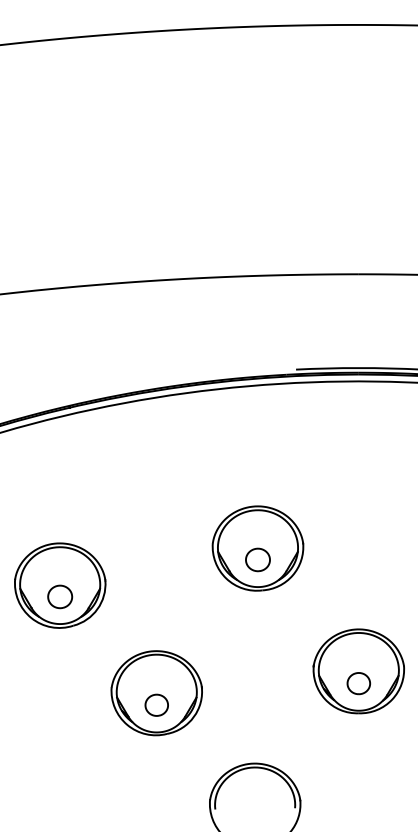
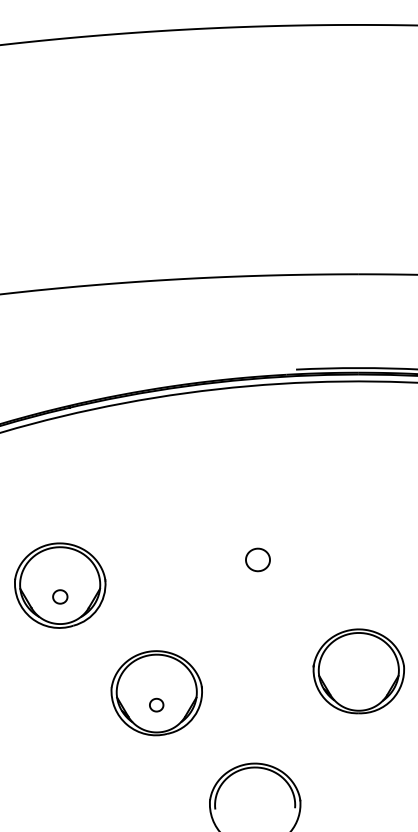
part at (257, 548): present -> none
part at (60, 596) size: 27x26 px -> 17x16 px
part at (358, 683): present -> none
part at (156, 704) size: 25x24 px -> 16x16 px
